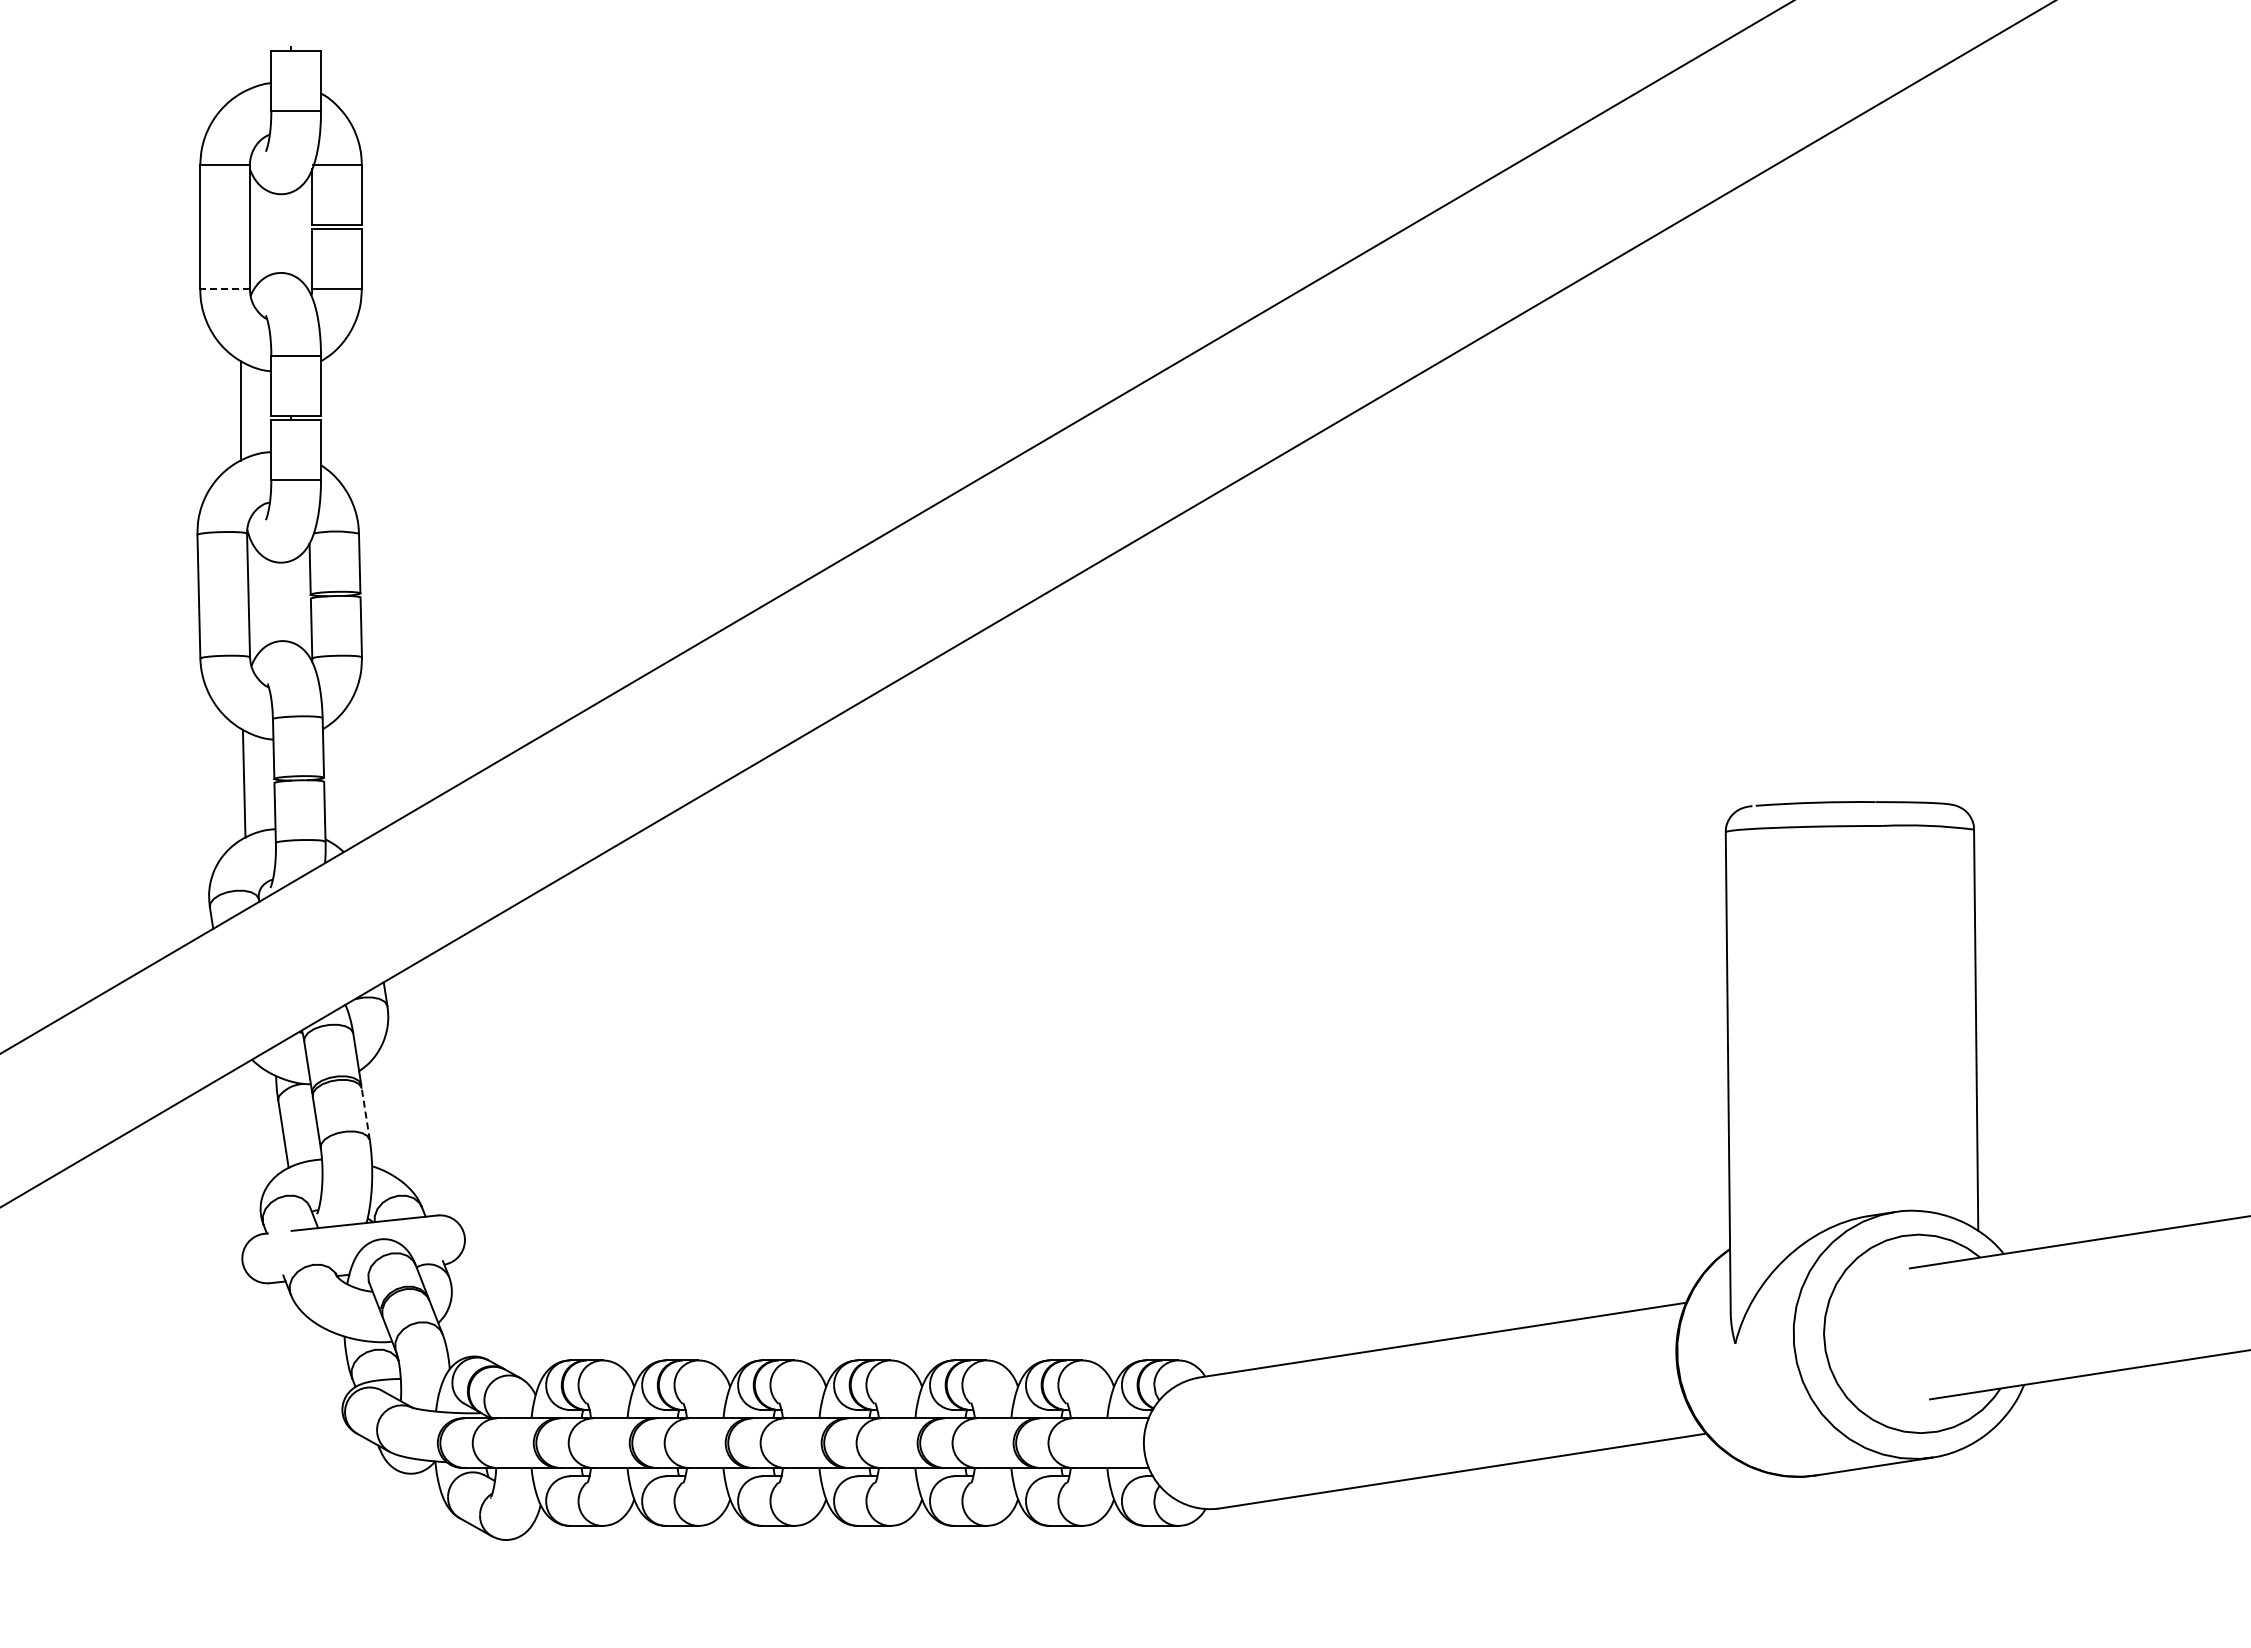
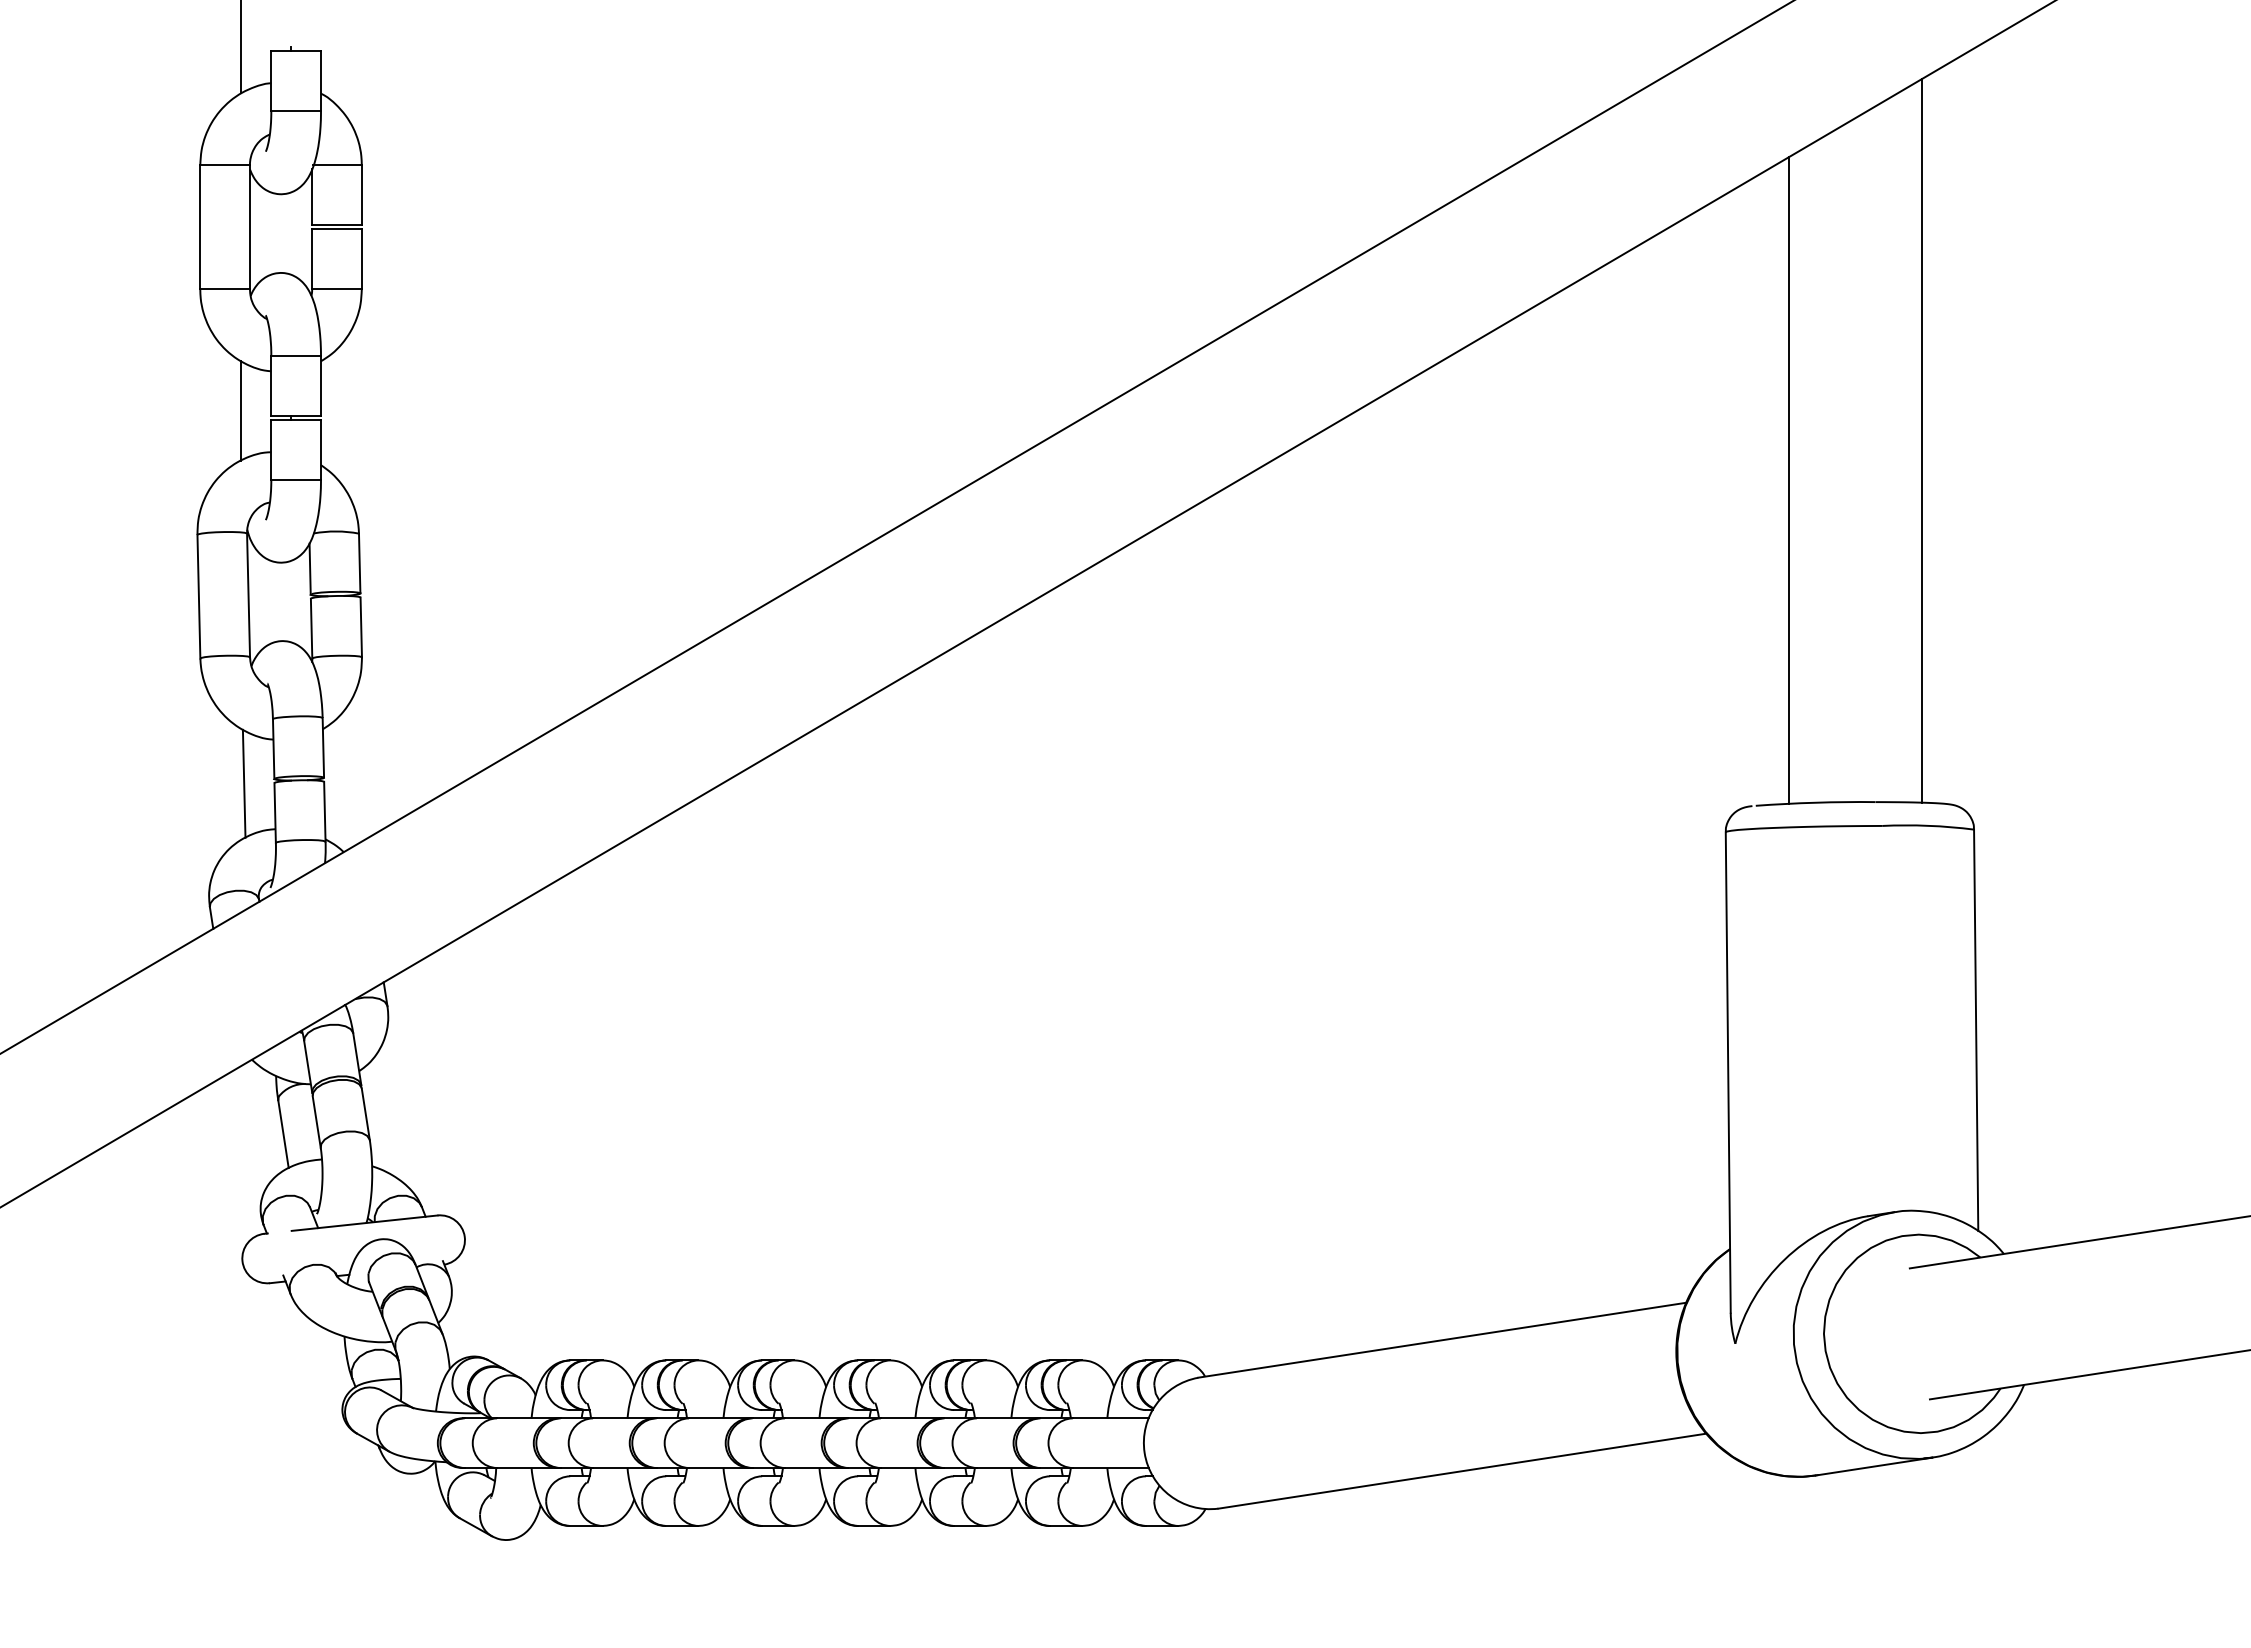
line at (241, 47): none -> present
line at (225, 289): dashed -> solid
line at (1921, 440): none -> present
line at (1789, 480): none -> present
line at (365, 1113): dashed -> solid
